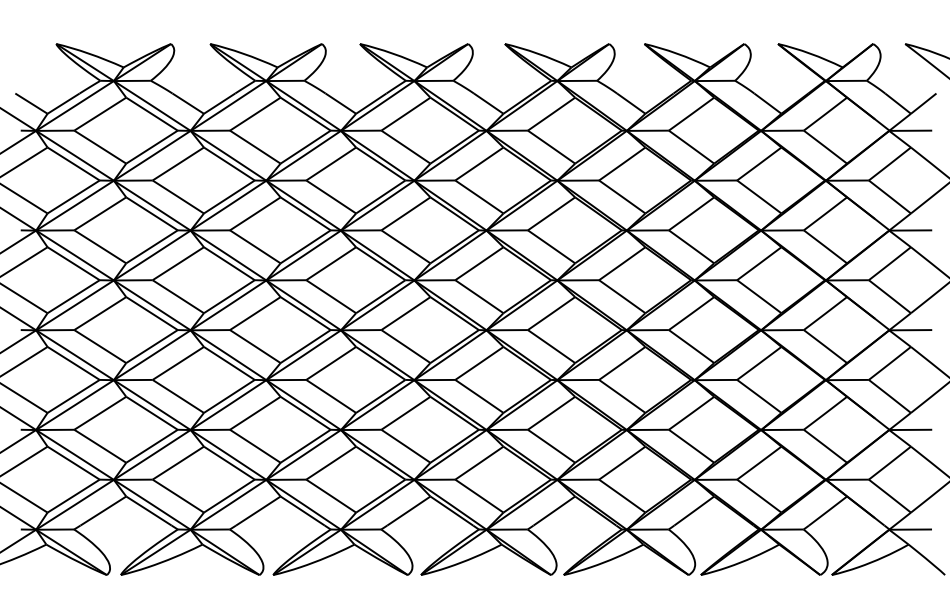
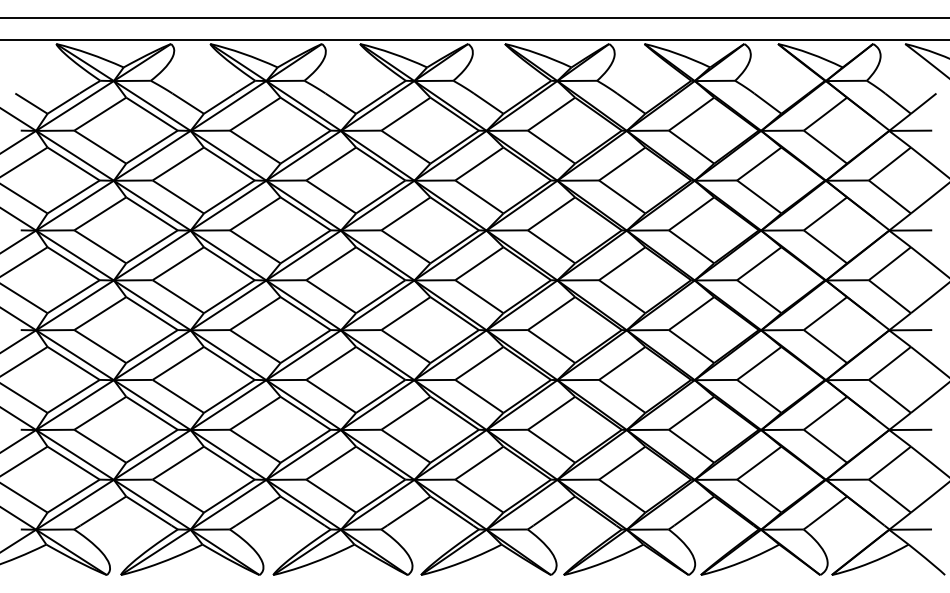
line at (474, 17): none -> present
line at (474, 39): none -> present
